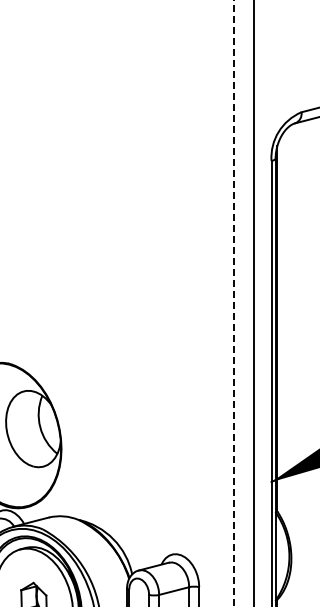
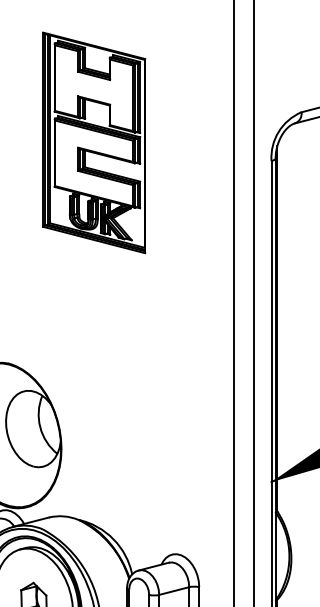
part at (94, 142): none -> present
line at (234, 303): dashed -> solid
